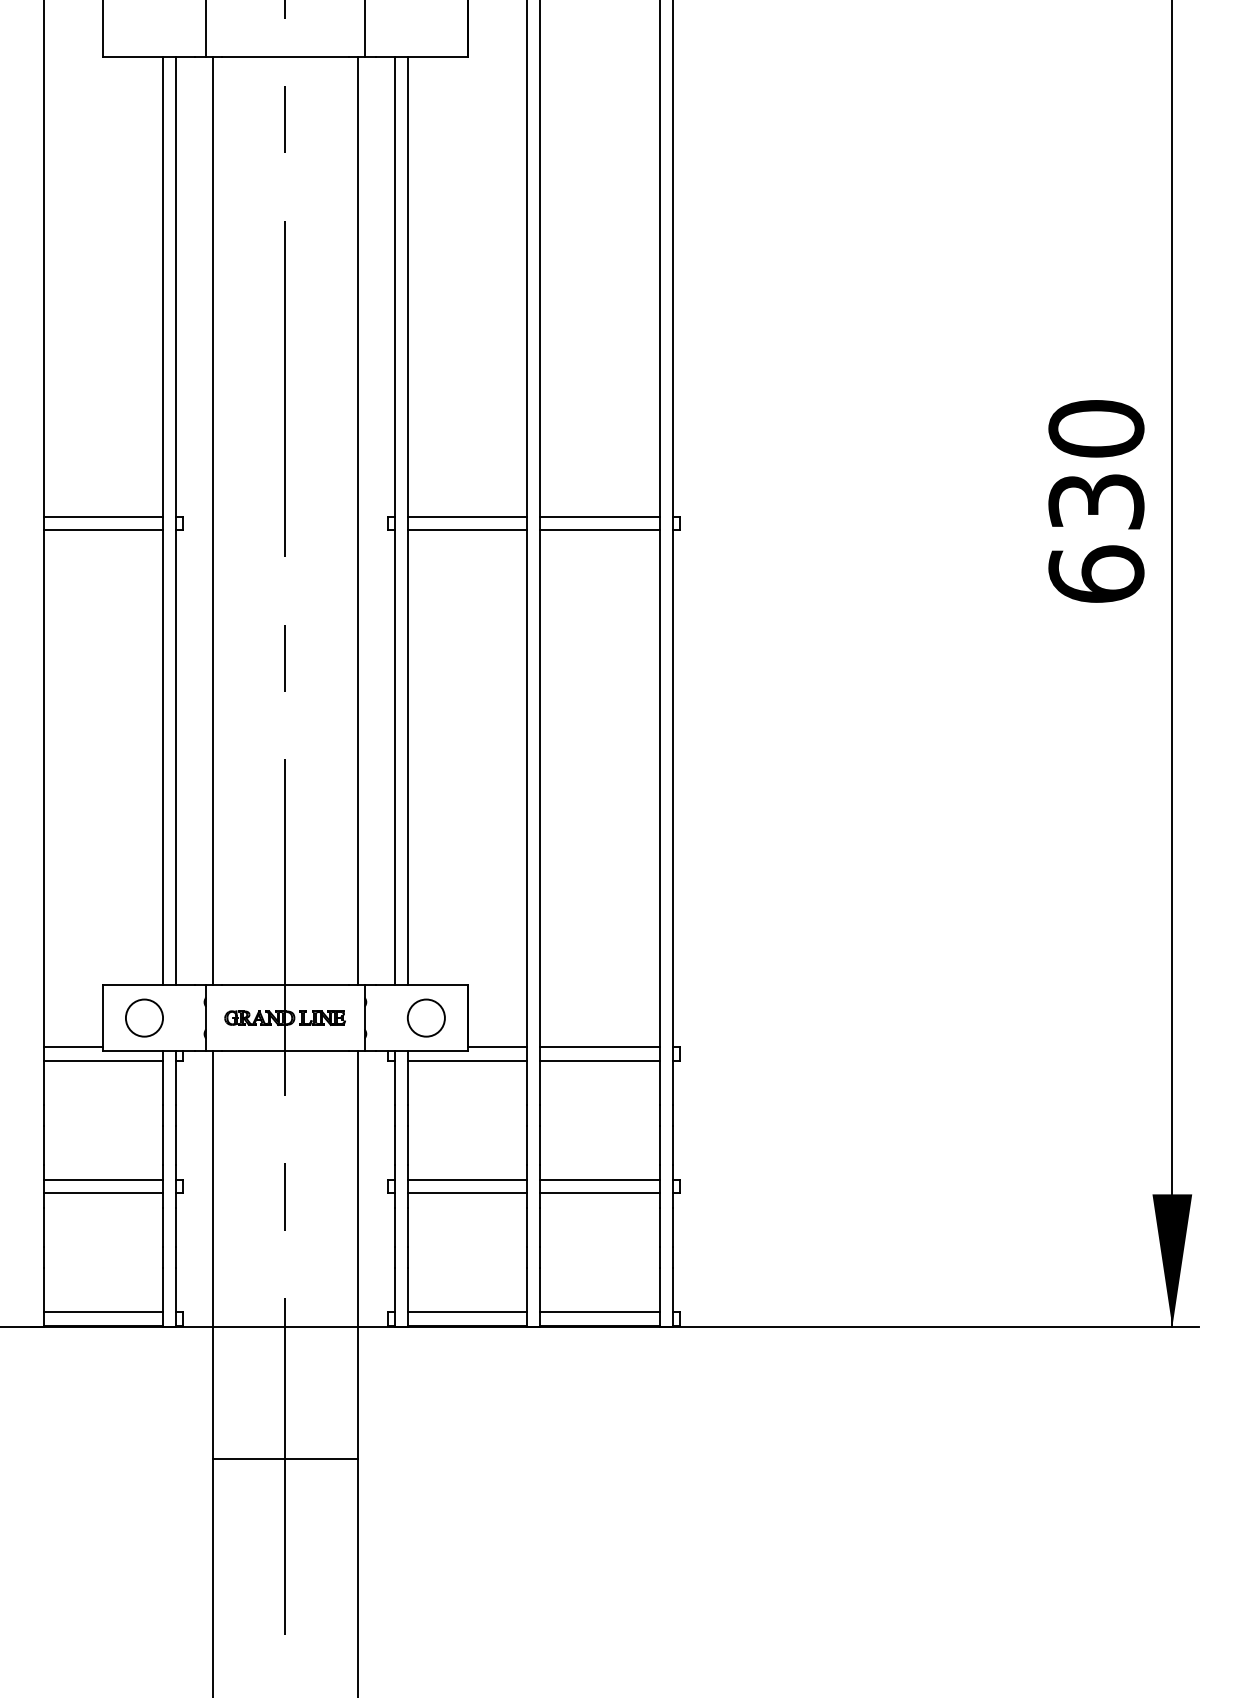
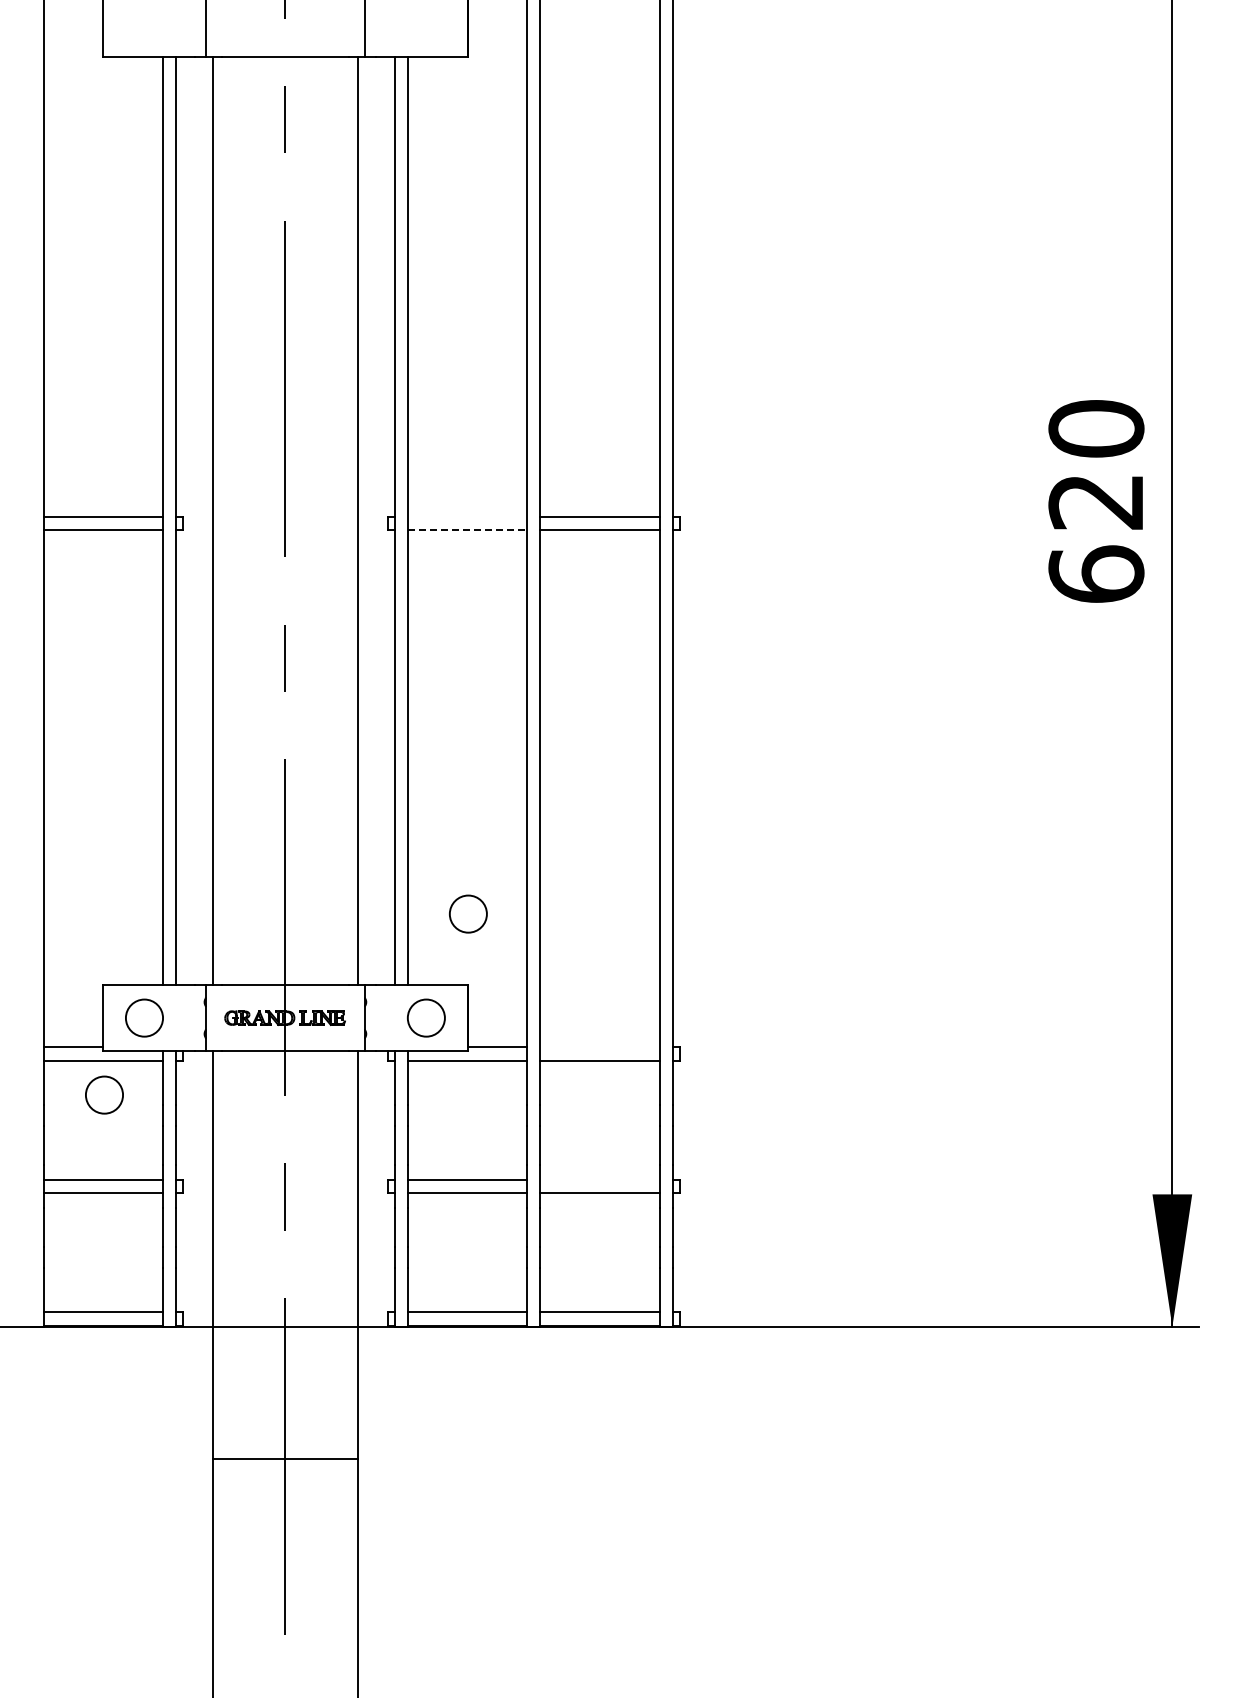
text at (1096, 501): 630 -> 620
line at (467, 517): present -> none
line at (467, 530): solid -> dashed
circle at (468, 913): none -> present
line at (599, 1047): present -> none
circle at (104, 1094): none -> present
line at (599, 1179): present -> none
